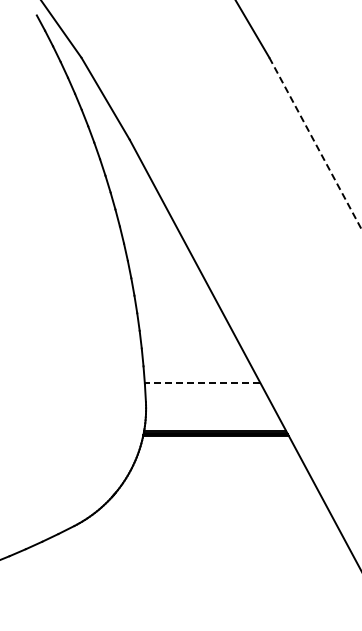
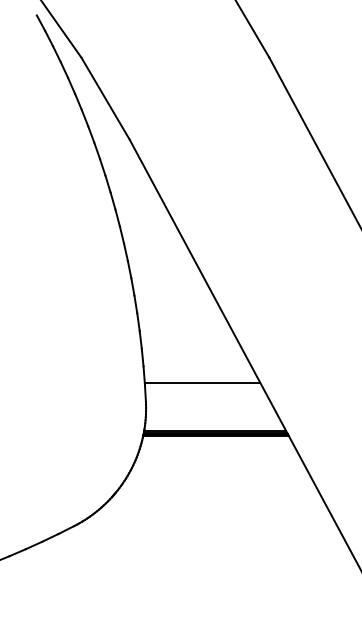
line at (315, 143): dashed -> solid
line at (202, 382): dashed -> solid
